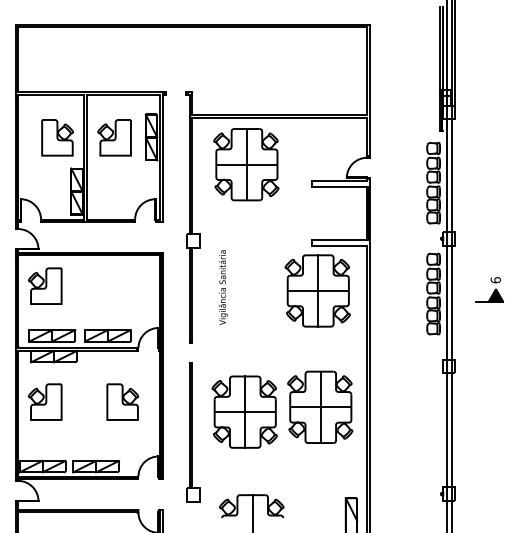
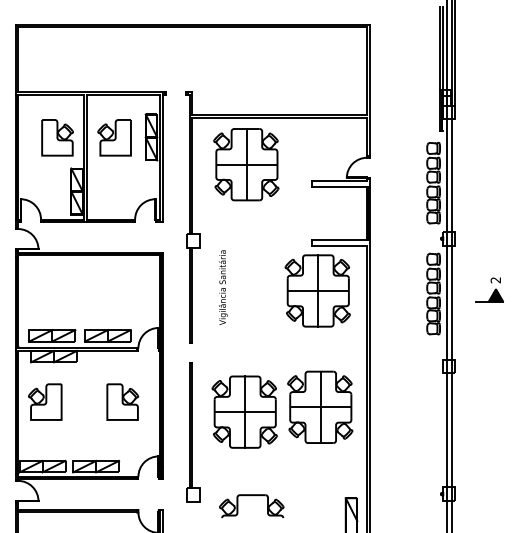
text at (495, 280): 6 -> 2
part at (45, 285): present -> none
line at (252, 512): present -> none
